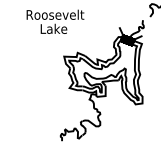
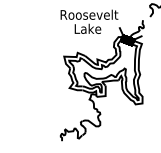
text at (55, 21) position: (55, 21) -> (89, 21)
